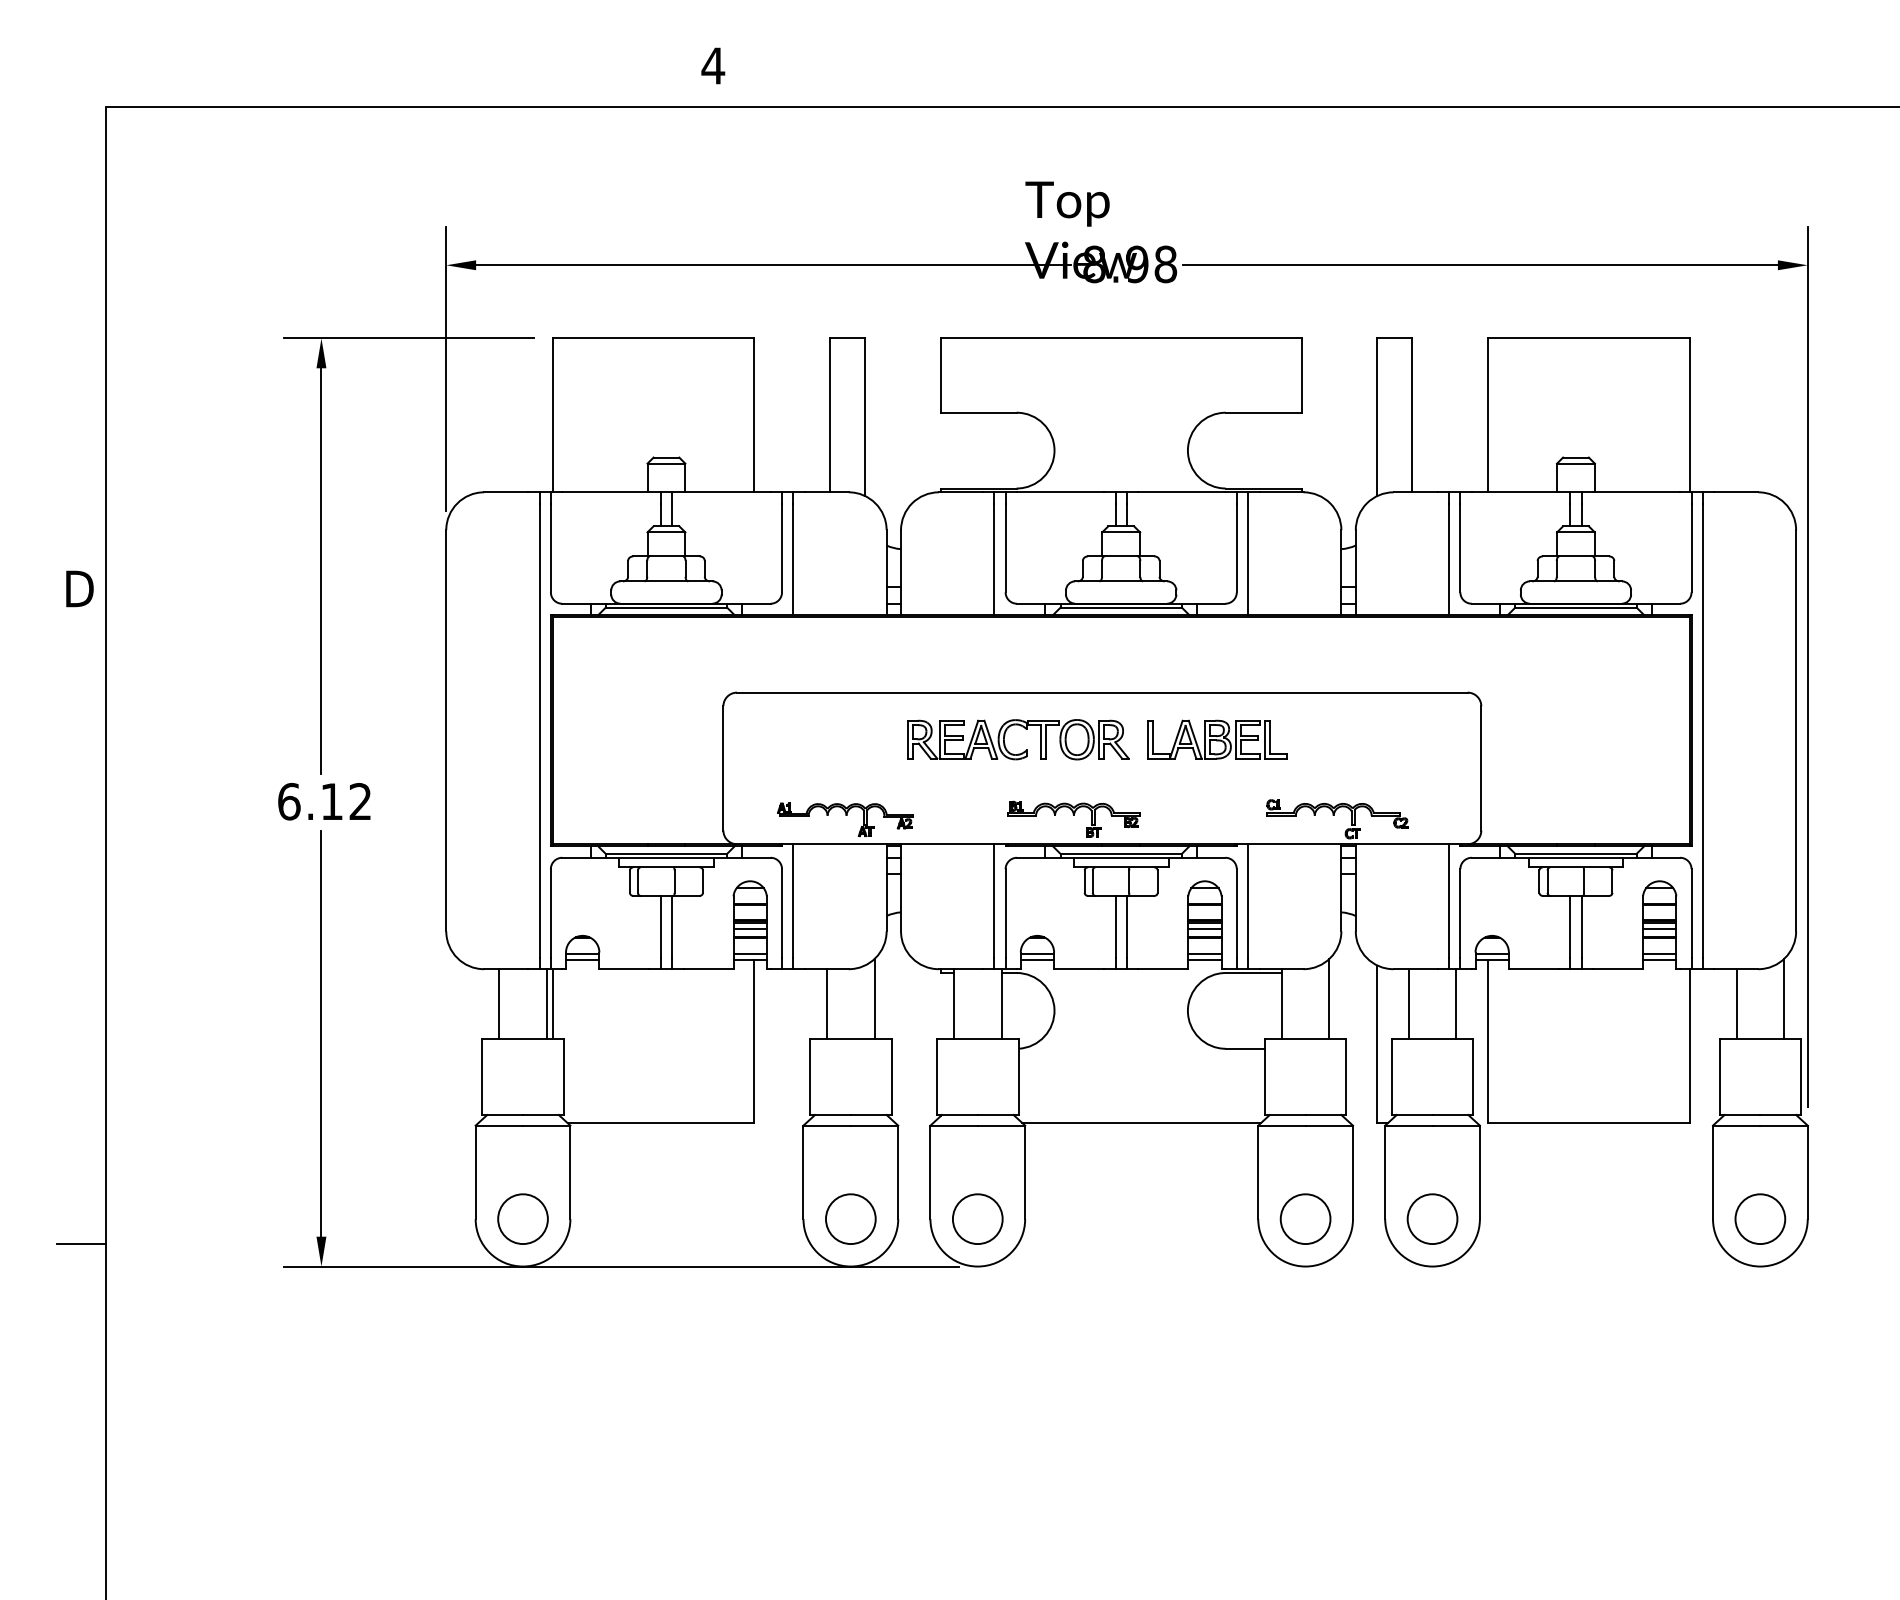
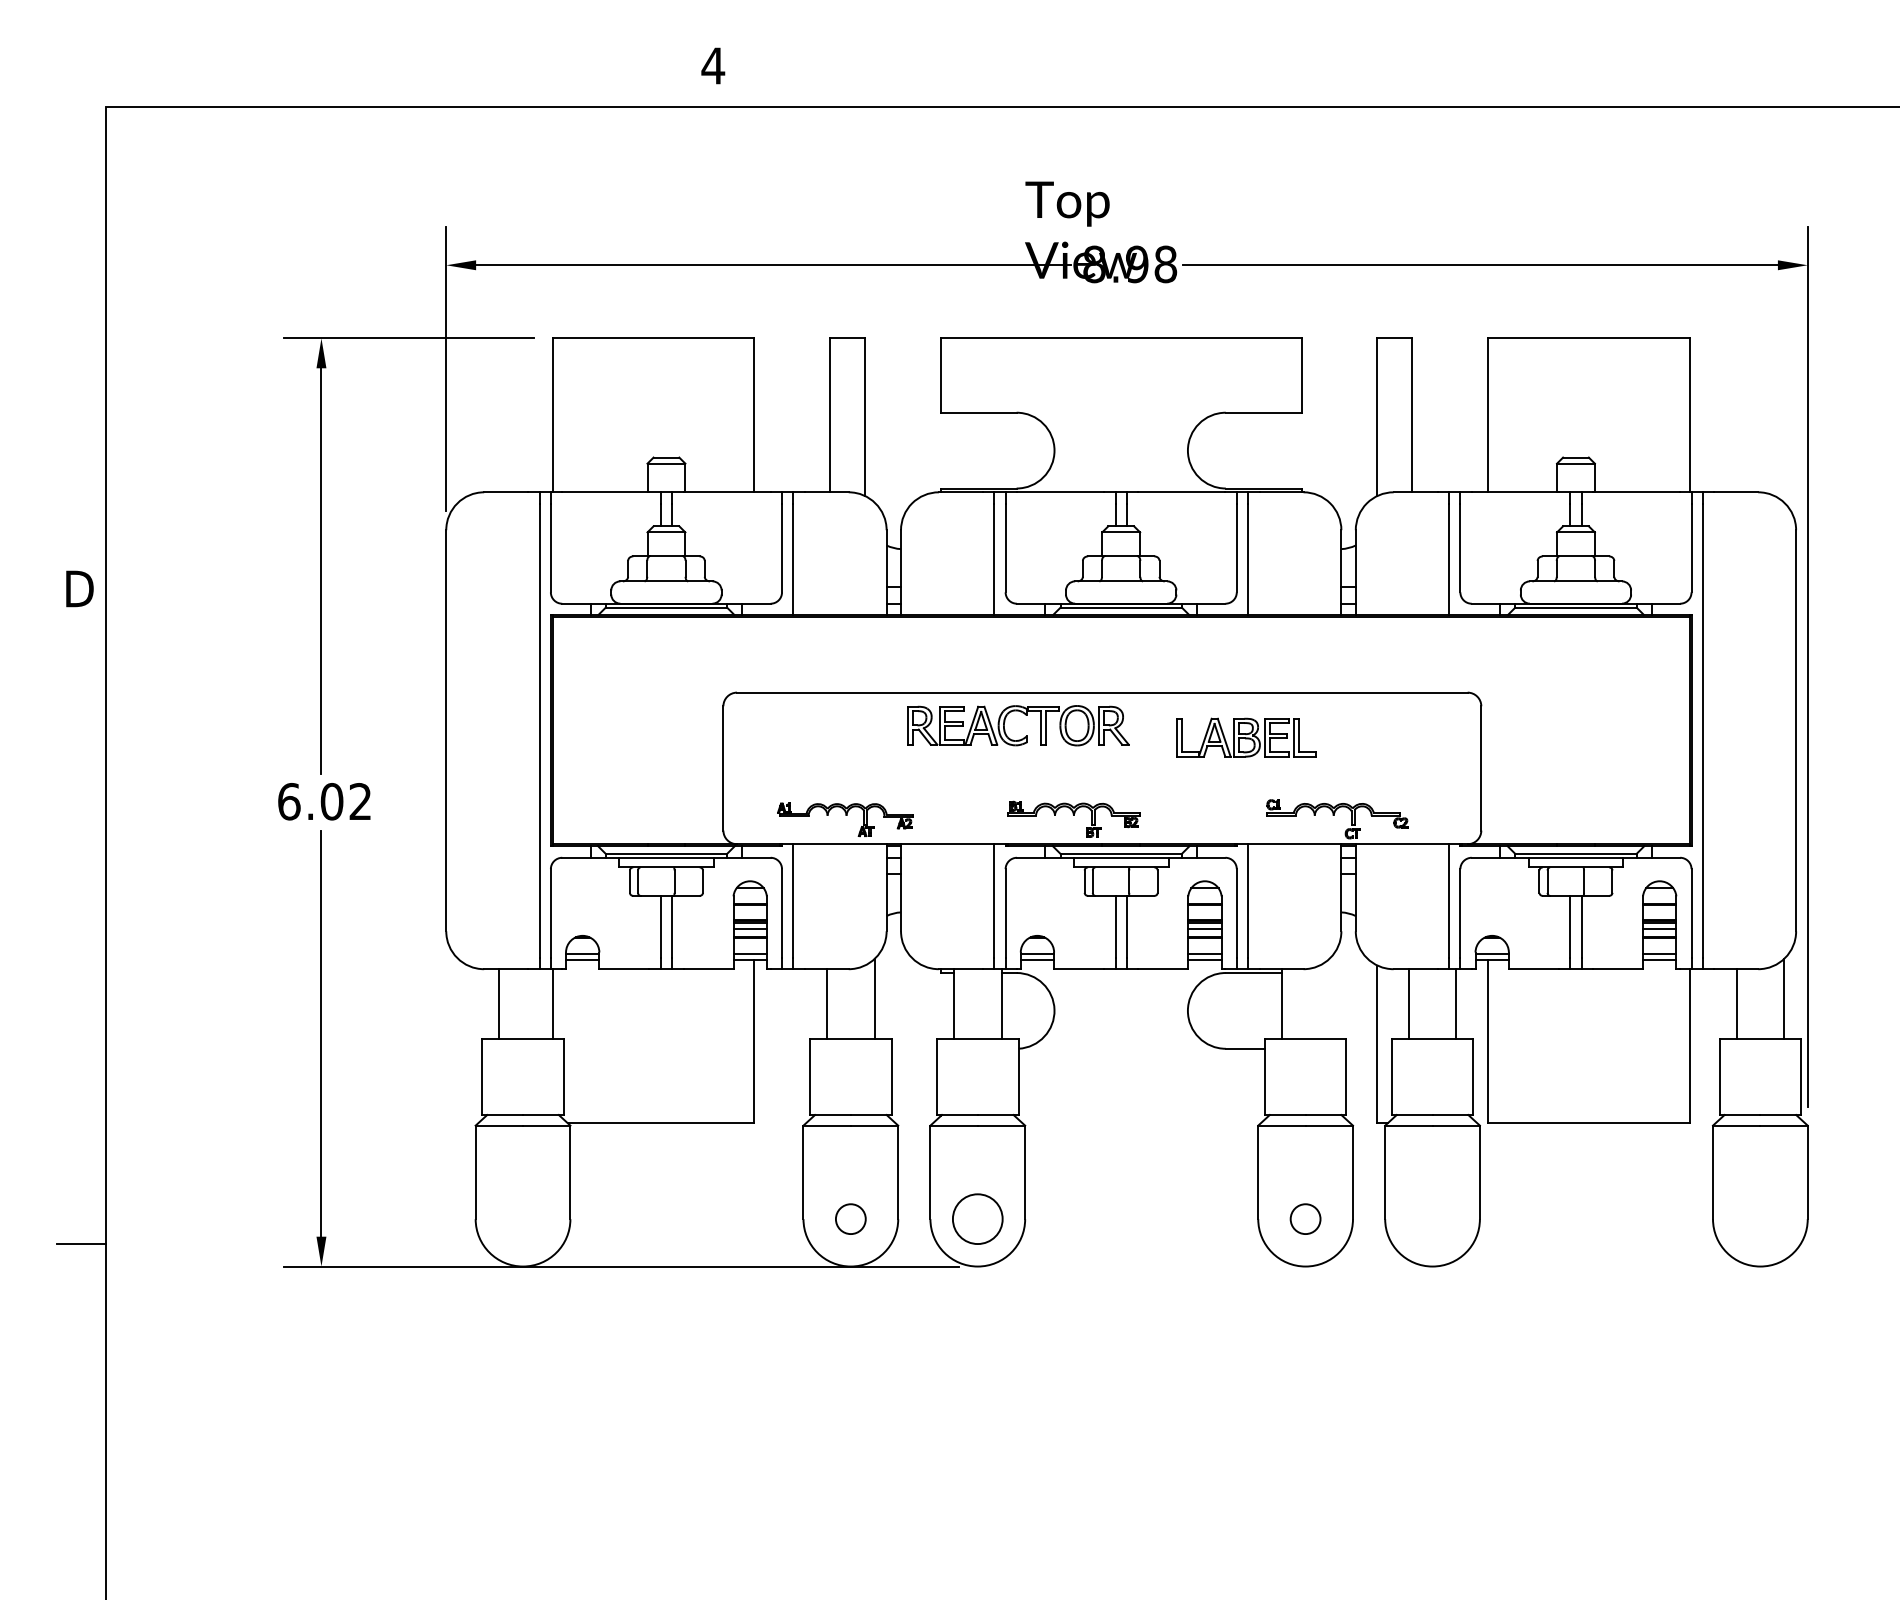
part at (1025, 729) position: (1025, 729) -> (1025, 715)
part at (1217, 739) position: (1217, 739) -> (1246, 737)
text at (331, 801): 6.12 -> 6.02
line at (1329, 998): present -> none
line at (546, 1004): present -> none
line at (1141, 1123): present -> none
circle at (522, 1218): present -> none
circle at (1432, 1218): present -> none
circle at (1760, 1218): present -> none
circle at (850, 1219) diameter: 50 px -> 30 px
circle at (1305, 1219) diameter: 50 px -> 30 px
